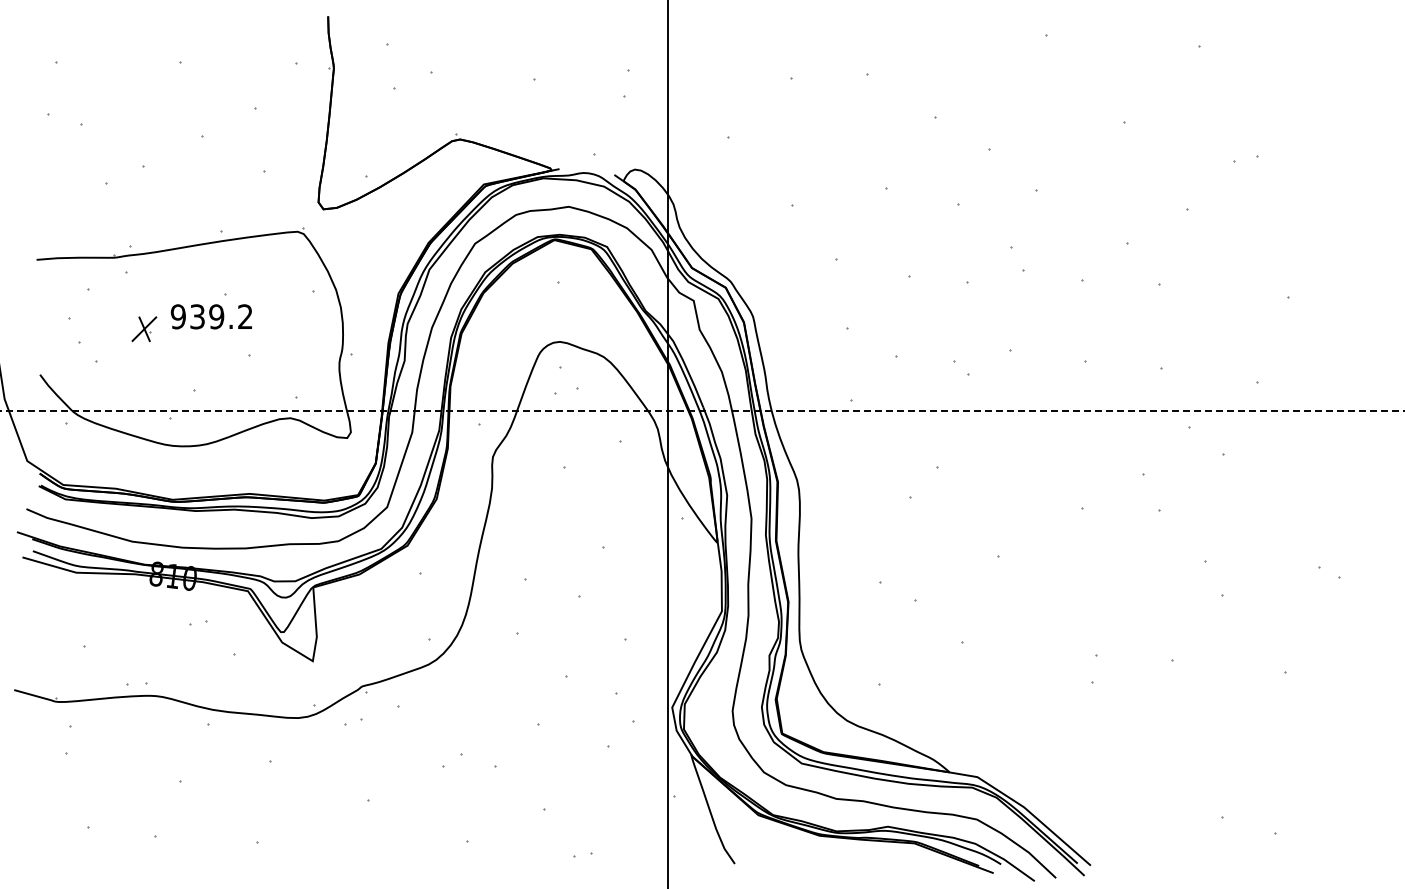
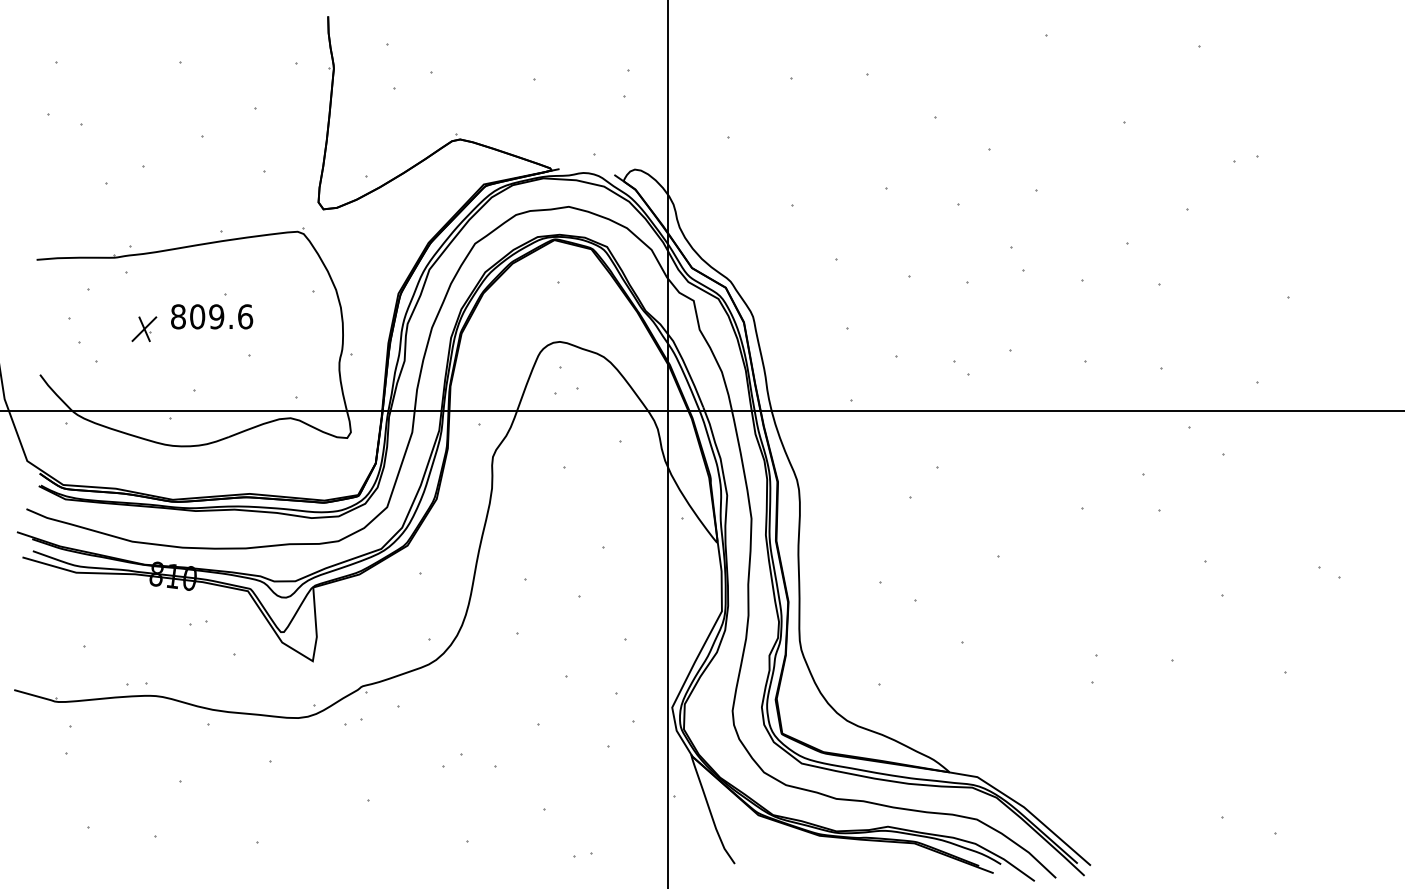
text at (211, 316): 939.2 -> 809.6
line at (703, 410): dashed -> solid
